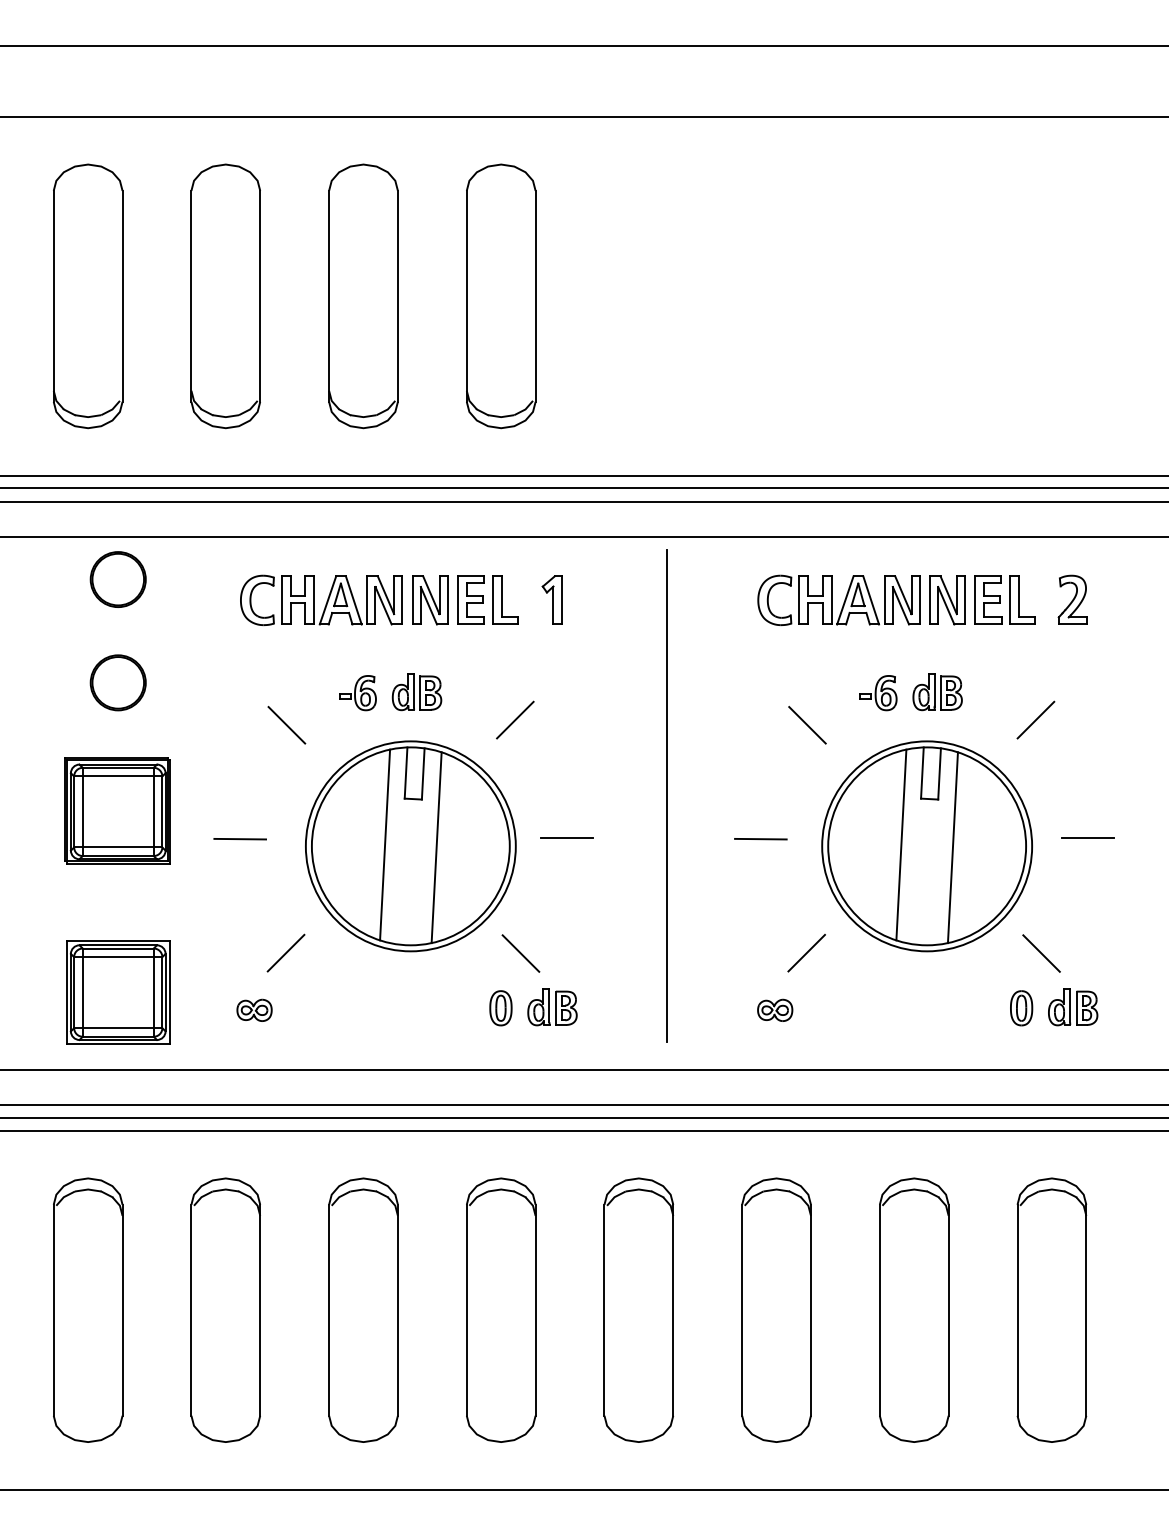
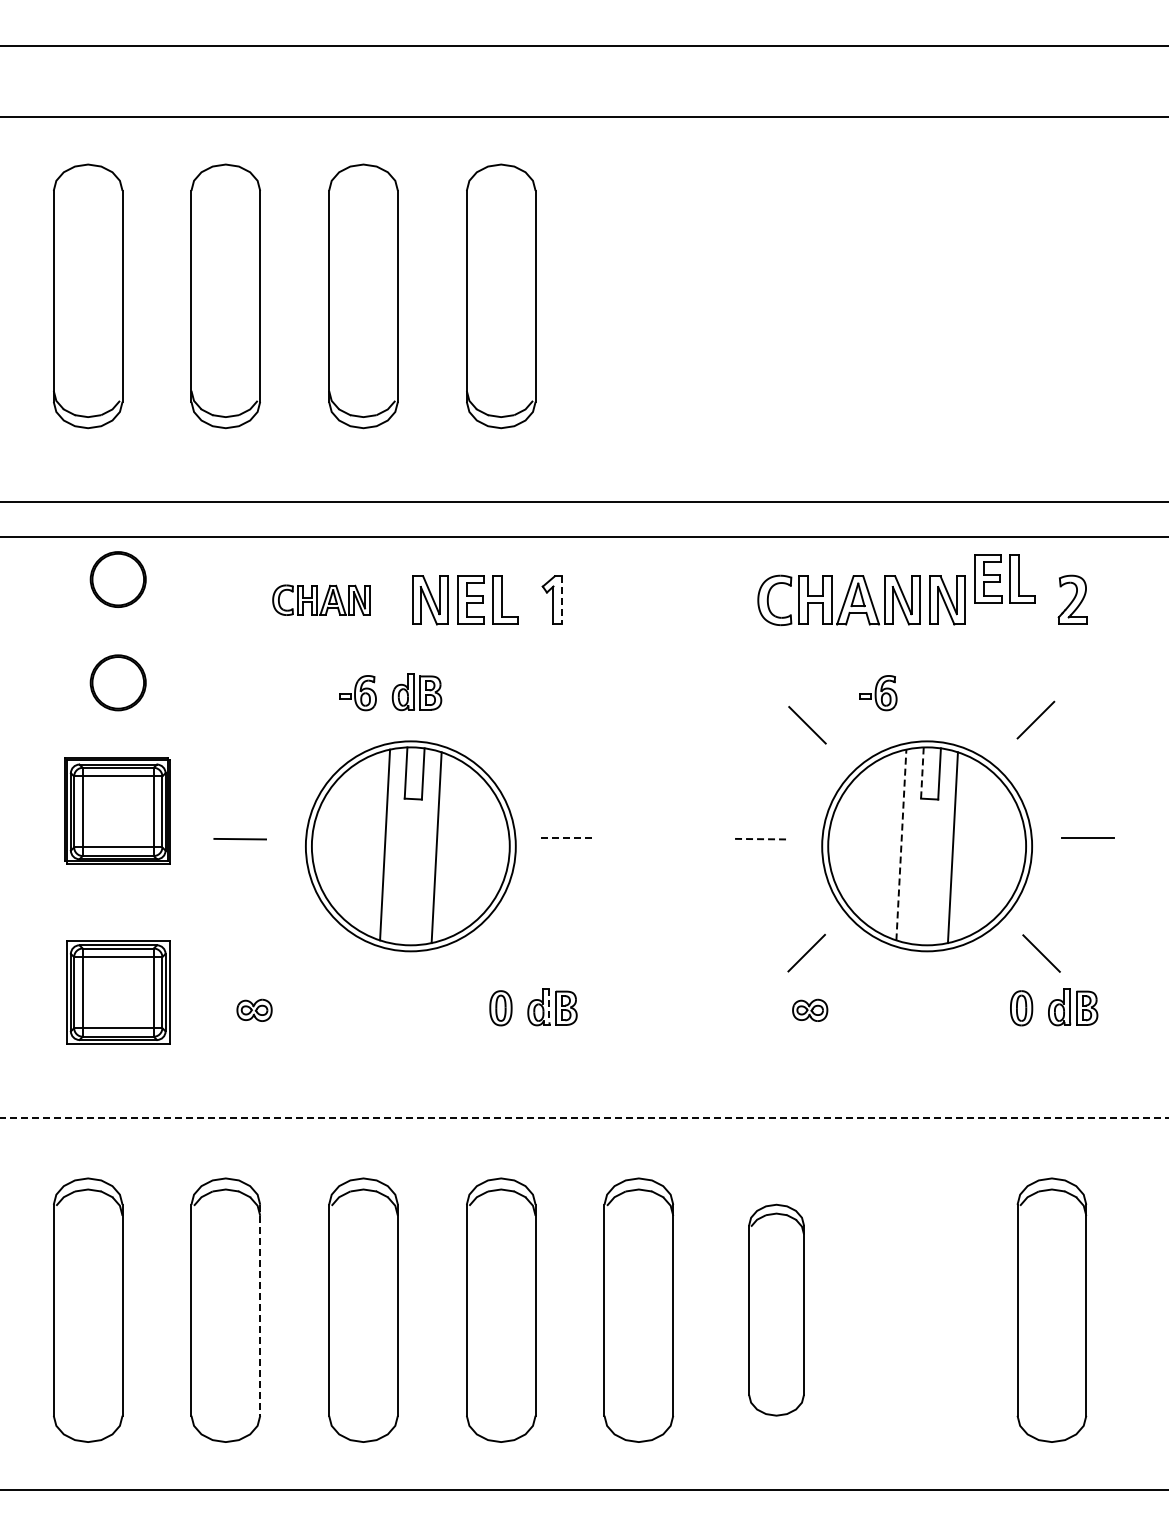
line at (583, 476): present -> none
line at (583, 488): present -> none
part at (321, 599) size: 163x52 px -> 99x32 px
part at (1004, 599) position: (1004, 599) -> (1004, 578)
line at (562, 600): solid -> dashed
part at (937, 692): present -> none
line at (515, 719): present -> none
line at (286, 725): present -> none
line at (922, 773): solid -> dashed
line at (666, 795): present -> none
line at (567, 838): solid -> dashed
line at (760, 839): solid -> dashed
line at (901, 845): solid -> dashed
line at (285, 952): present -> none
line at (520, 953): present -> none
line at (549, 1006): solid -> dashed
part at (775, 1009) position: (775, 1009) -> (810, 1009)
line at (583, 1070): present -> none
line at (583, 1104): present -> none
line at (584, 1118): solid -> dashed
line at (583, 1130): present -> none
part at (776, 1309) size: 71x266 px -> 57x214 px
part at (914, 1309): present -> none
line at (260, 1310): solid -> dashed
